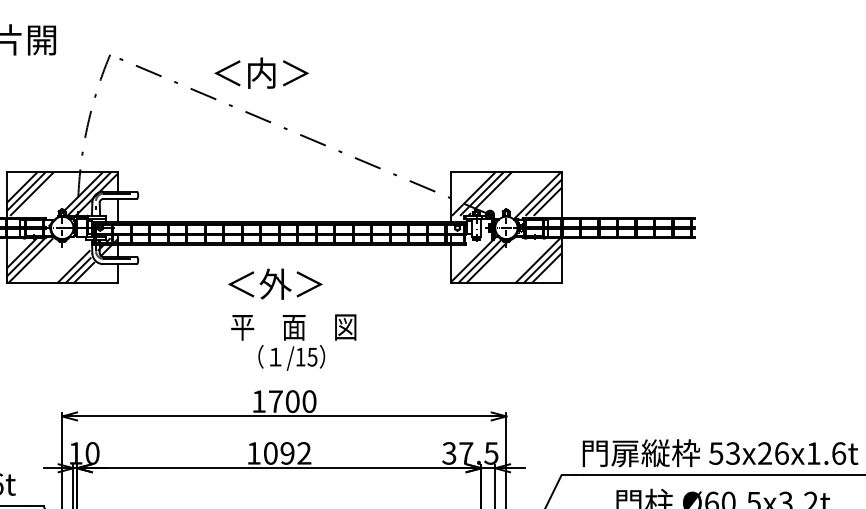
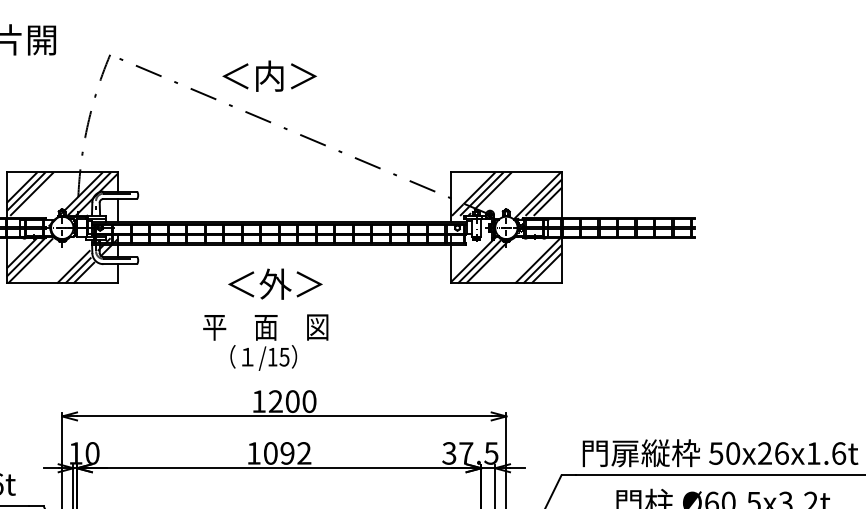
text at (261, 72) position: (261, 72) -> (269, 75)
text at (293, 342) position: (293, 342) -> (265, 342)
text at (275, 401): 1700 -> 1200
text at (733, 453): 53x26x1.6t -> 50x26x1.6t
